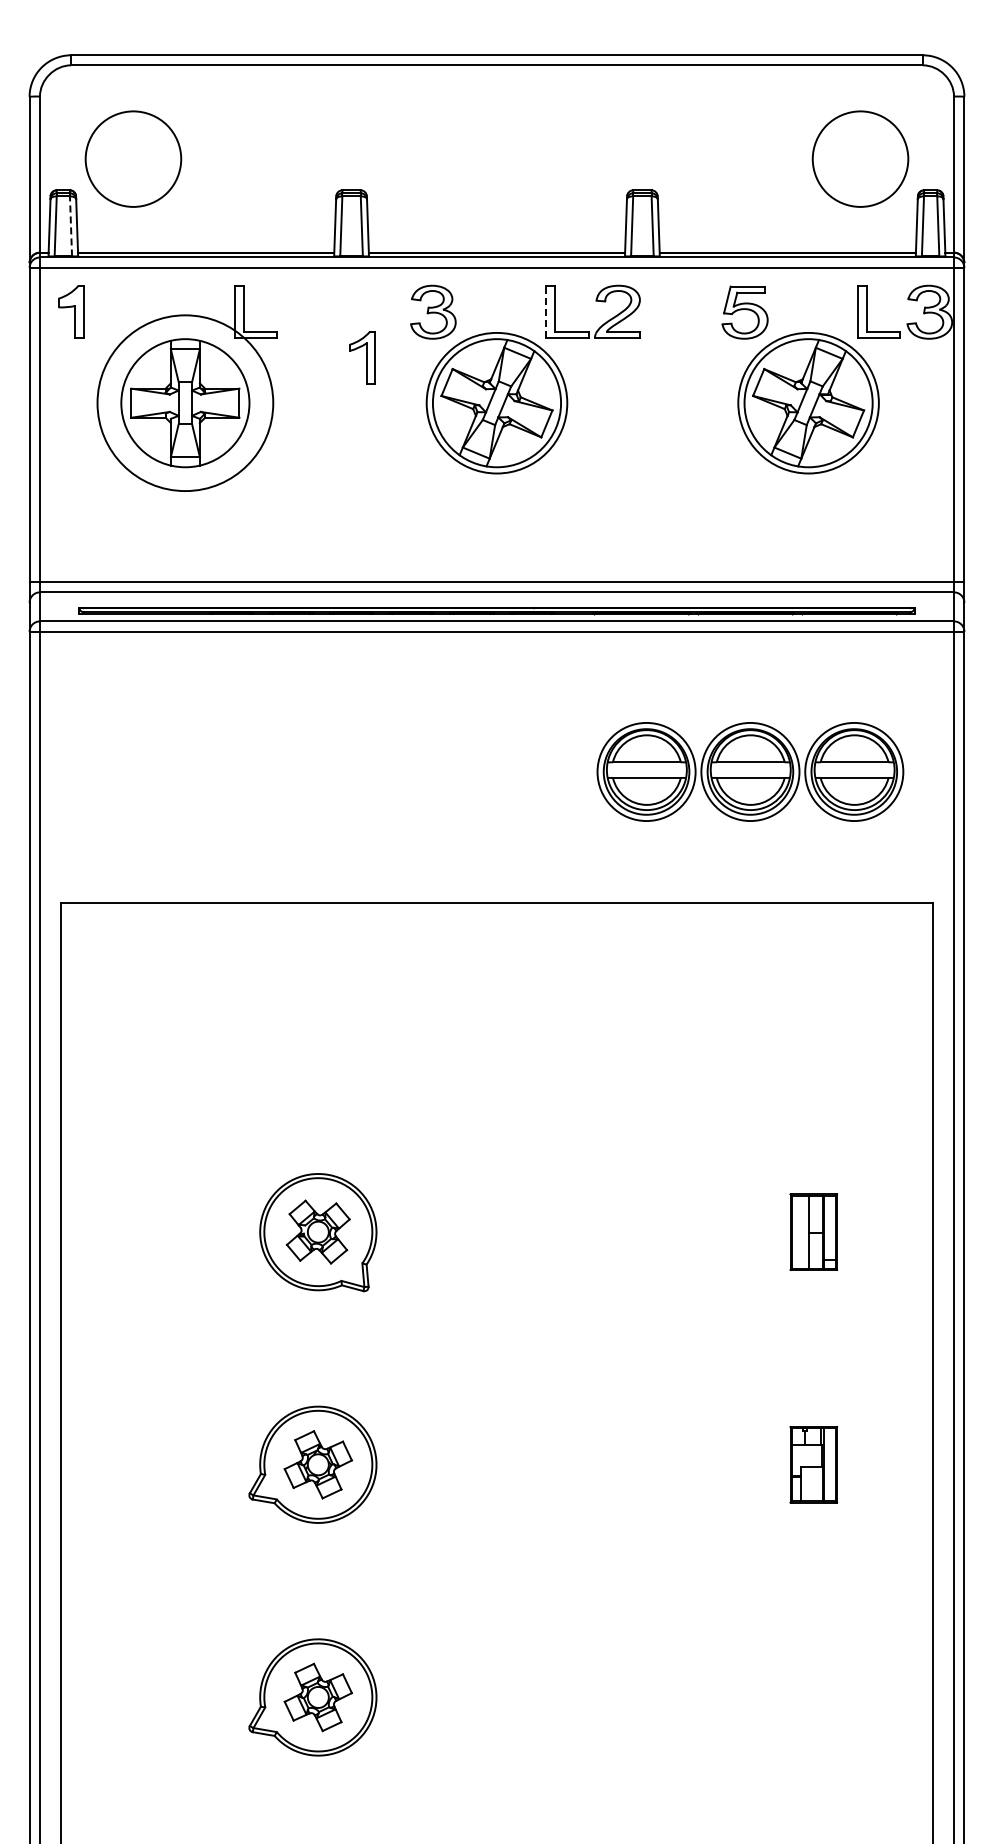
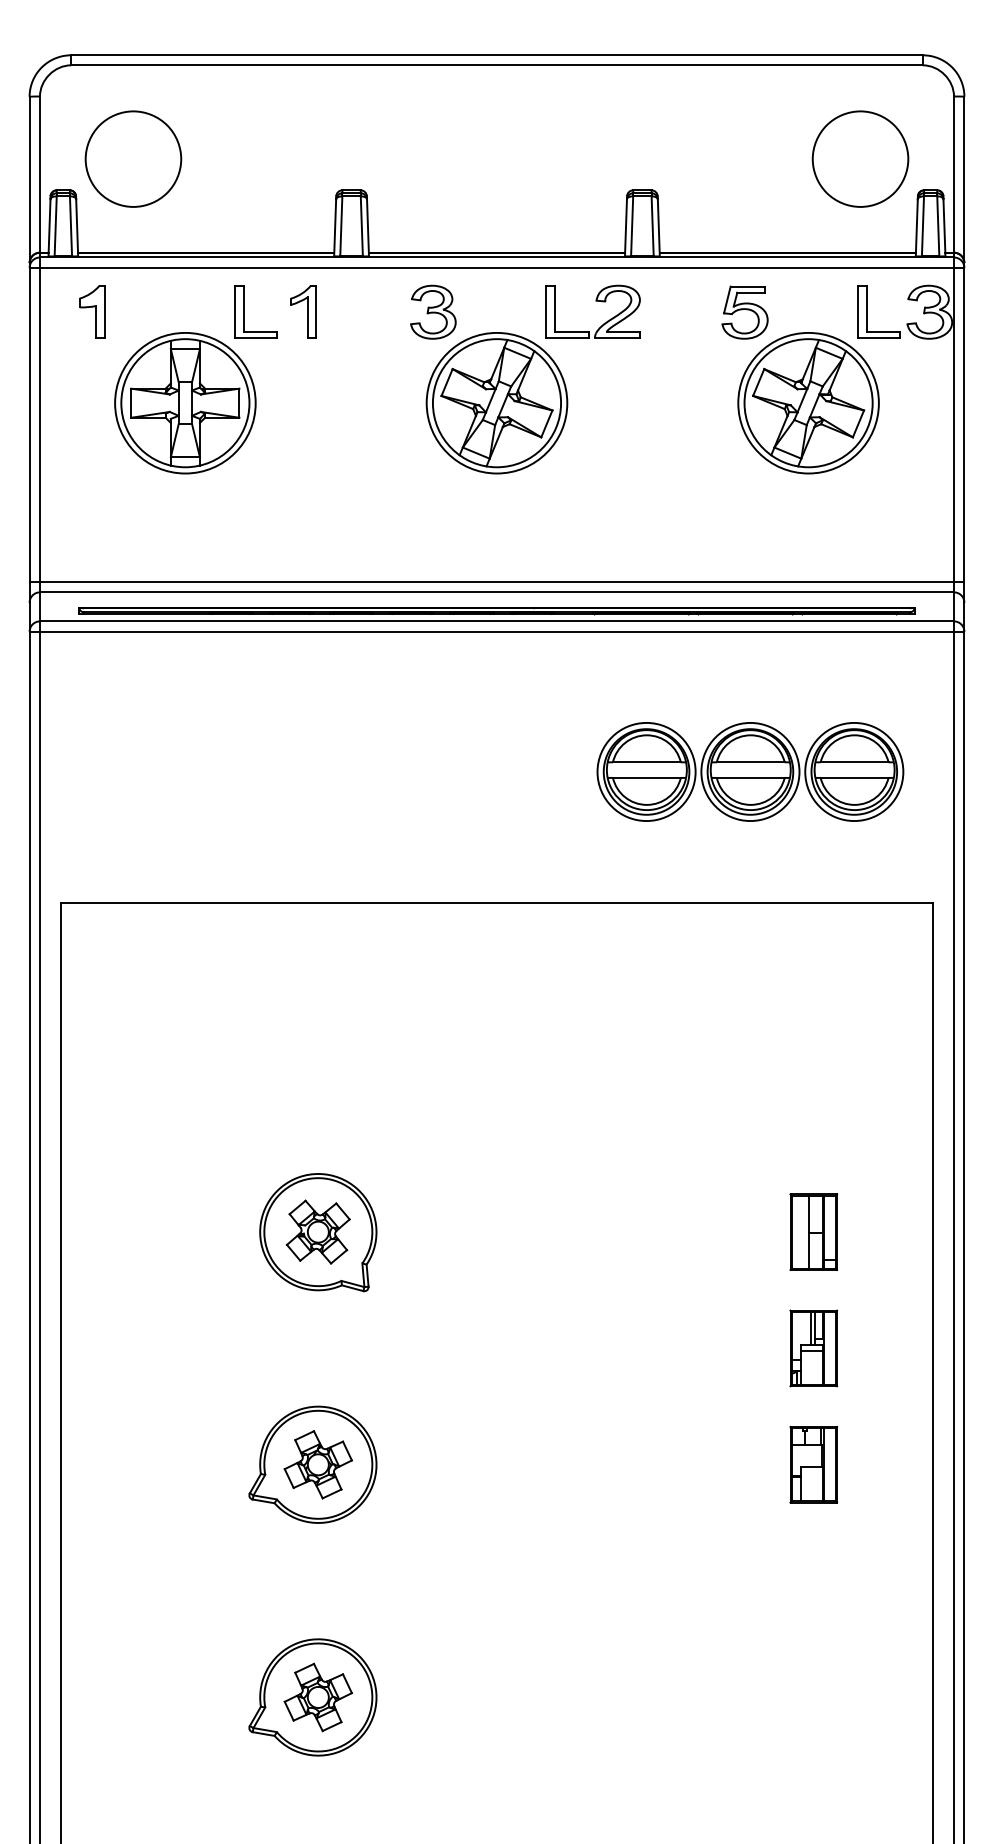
line at (70, 225): dashed -> solid
part at (71, 311) position: (71, 311) -> (92, 311)
line at (546, 311): dashed -> solid
part at (362, 357) position: (362, 357) -> (303, 311)
circle at (185, 403) diameter: 176 px -> 141 px
part at (813, 1348): none -> present
